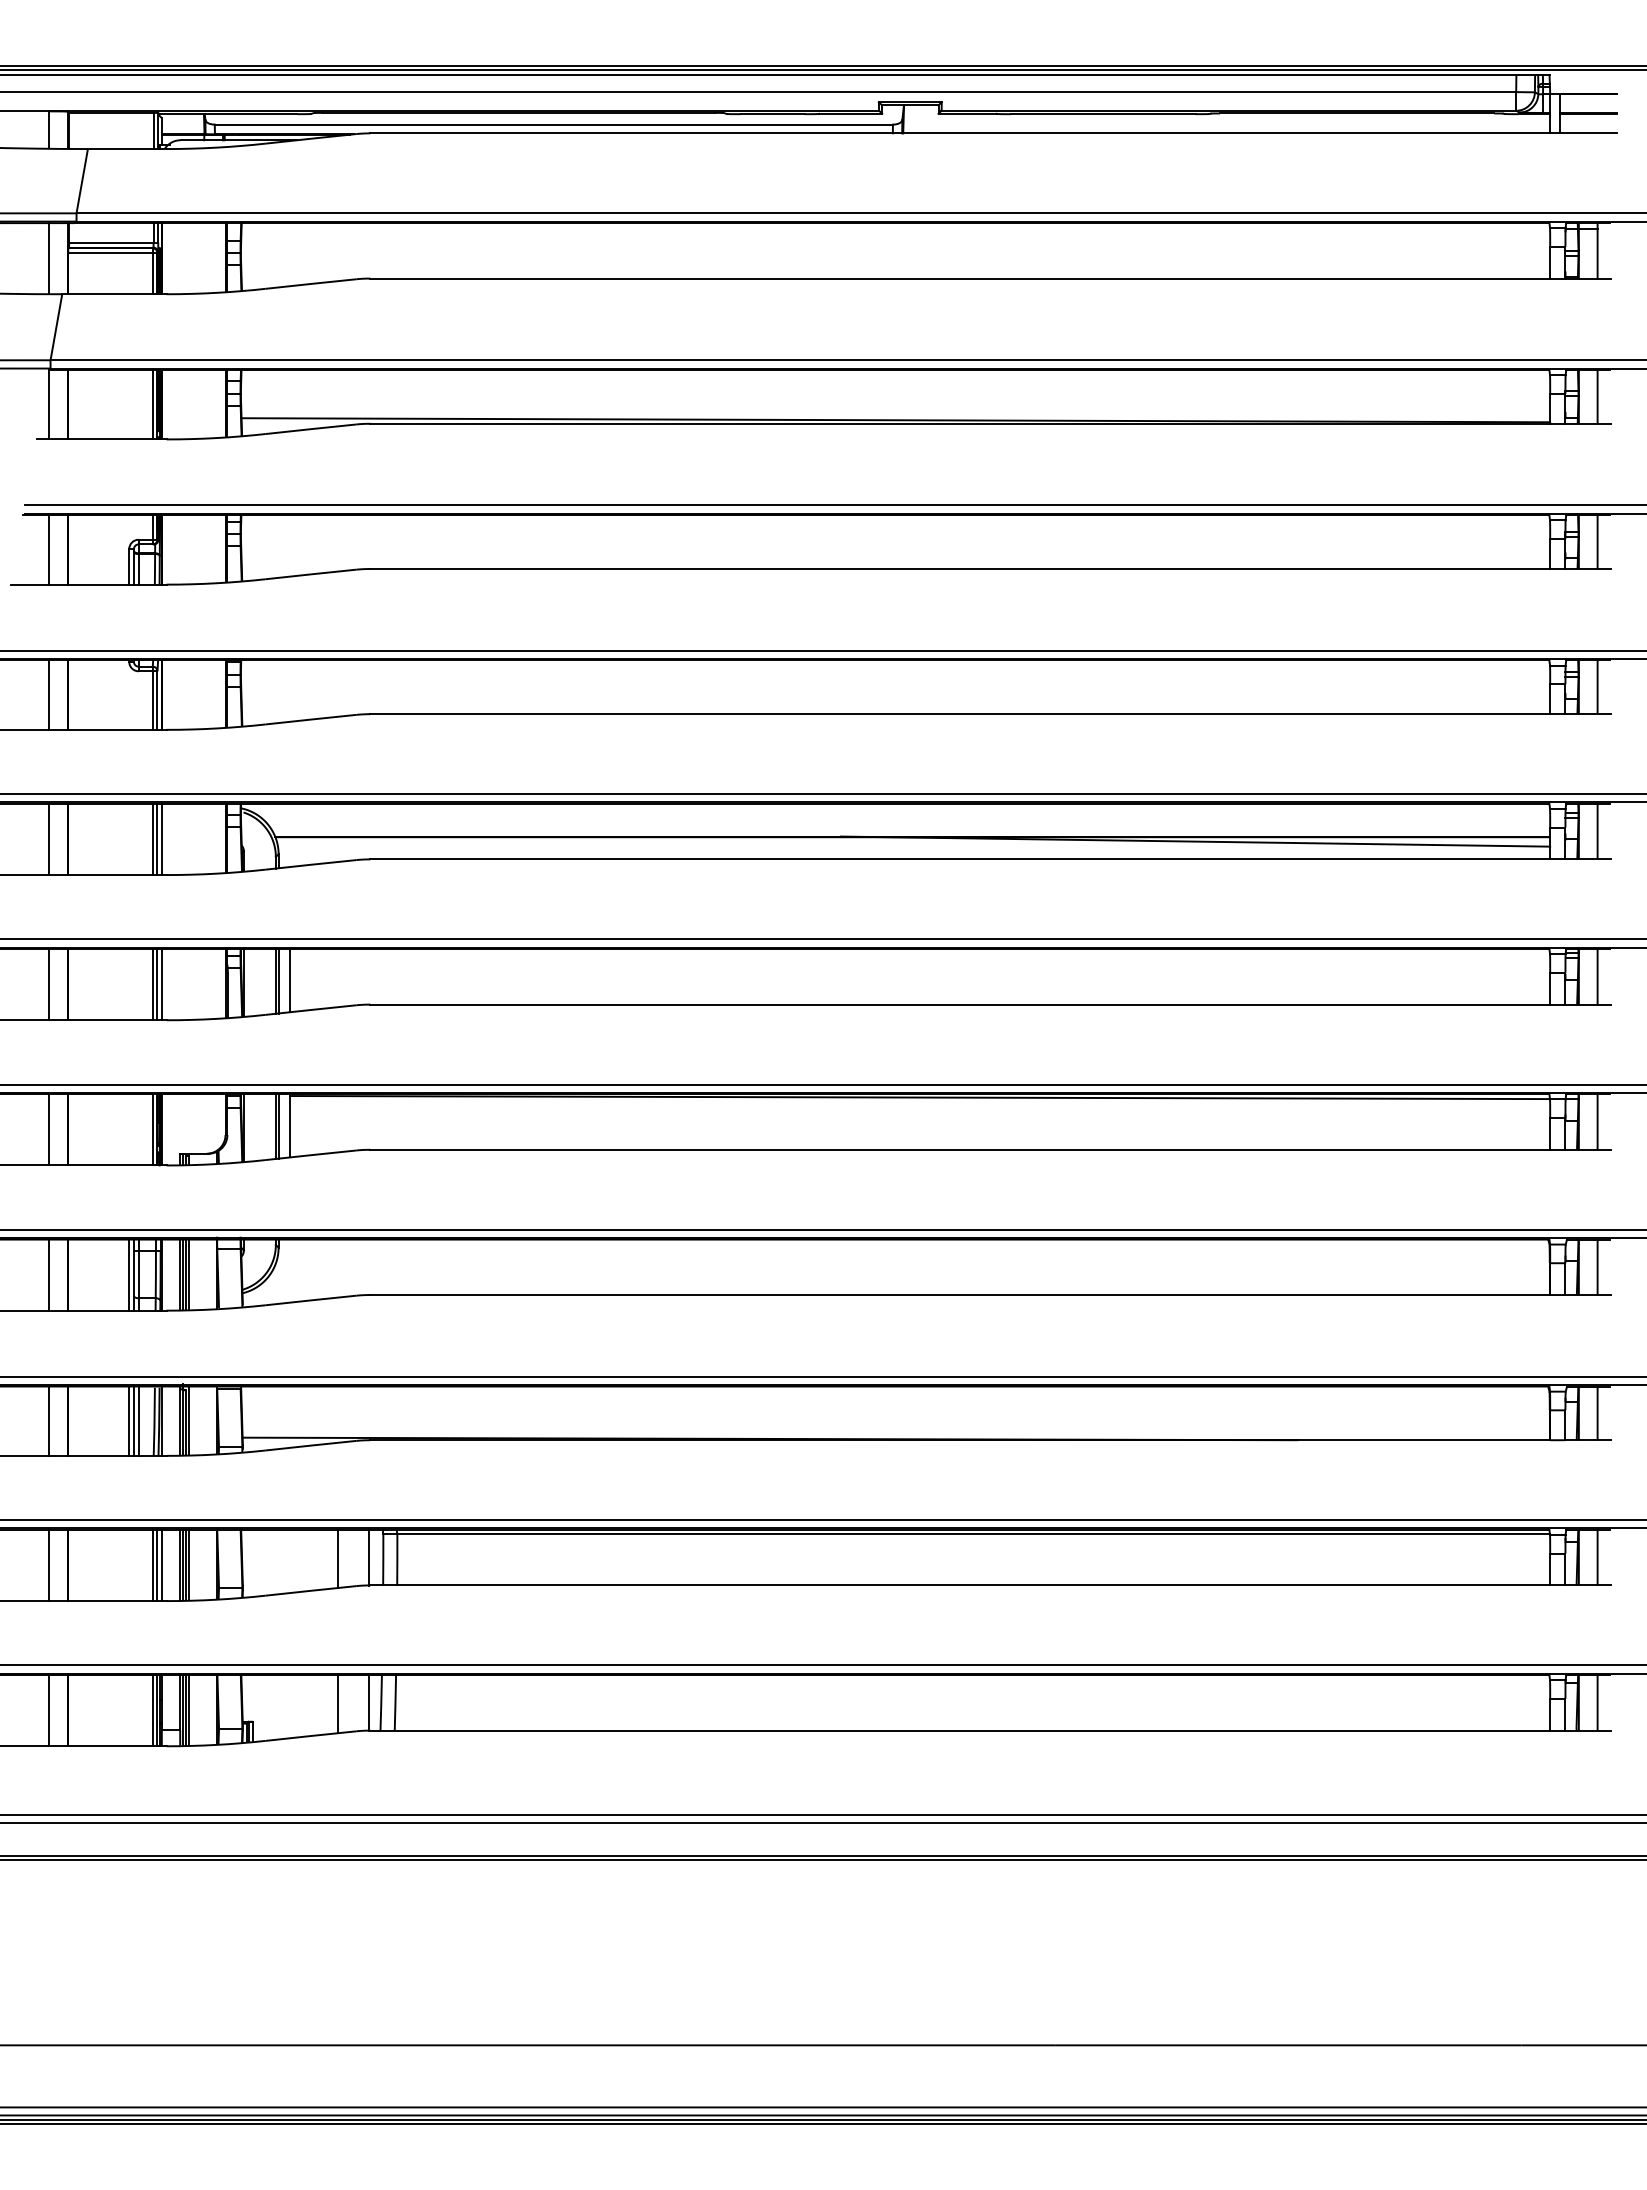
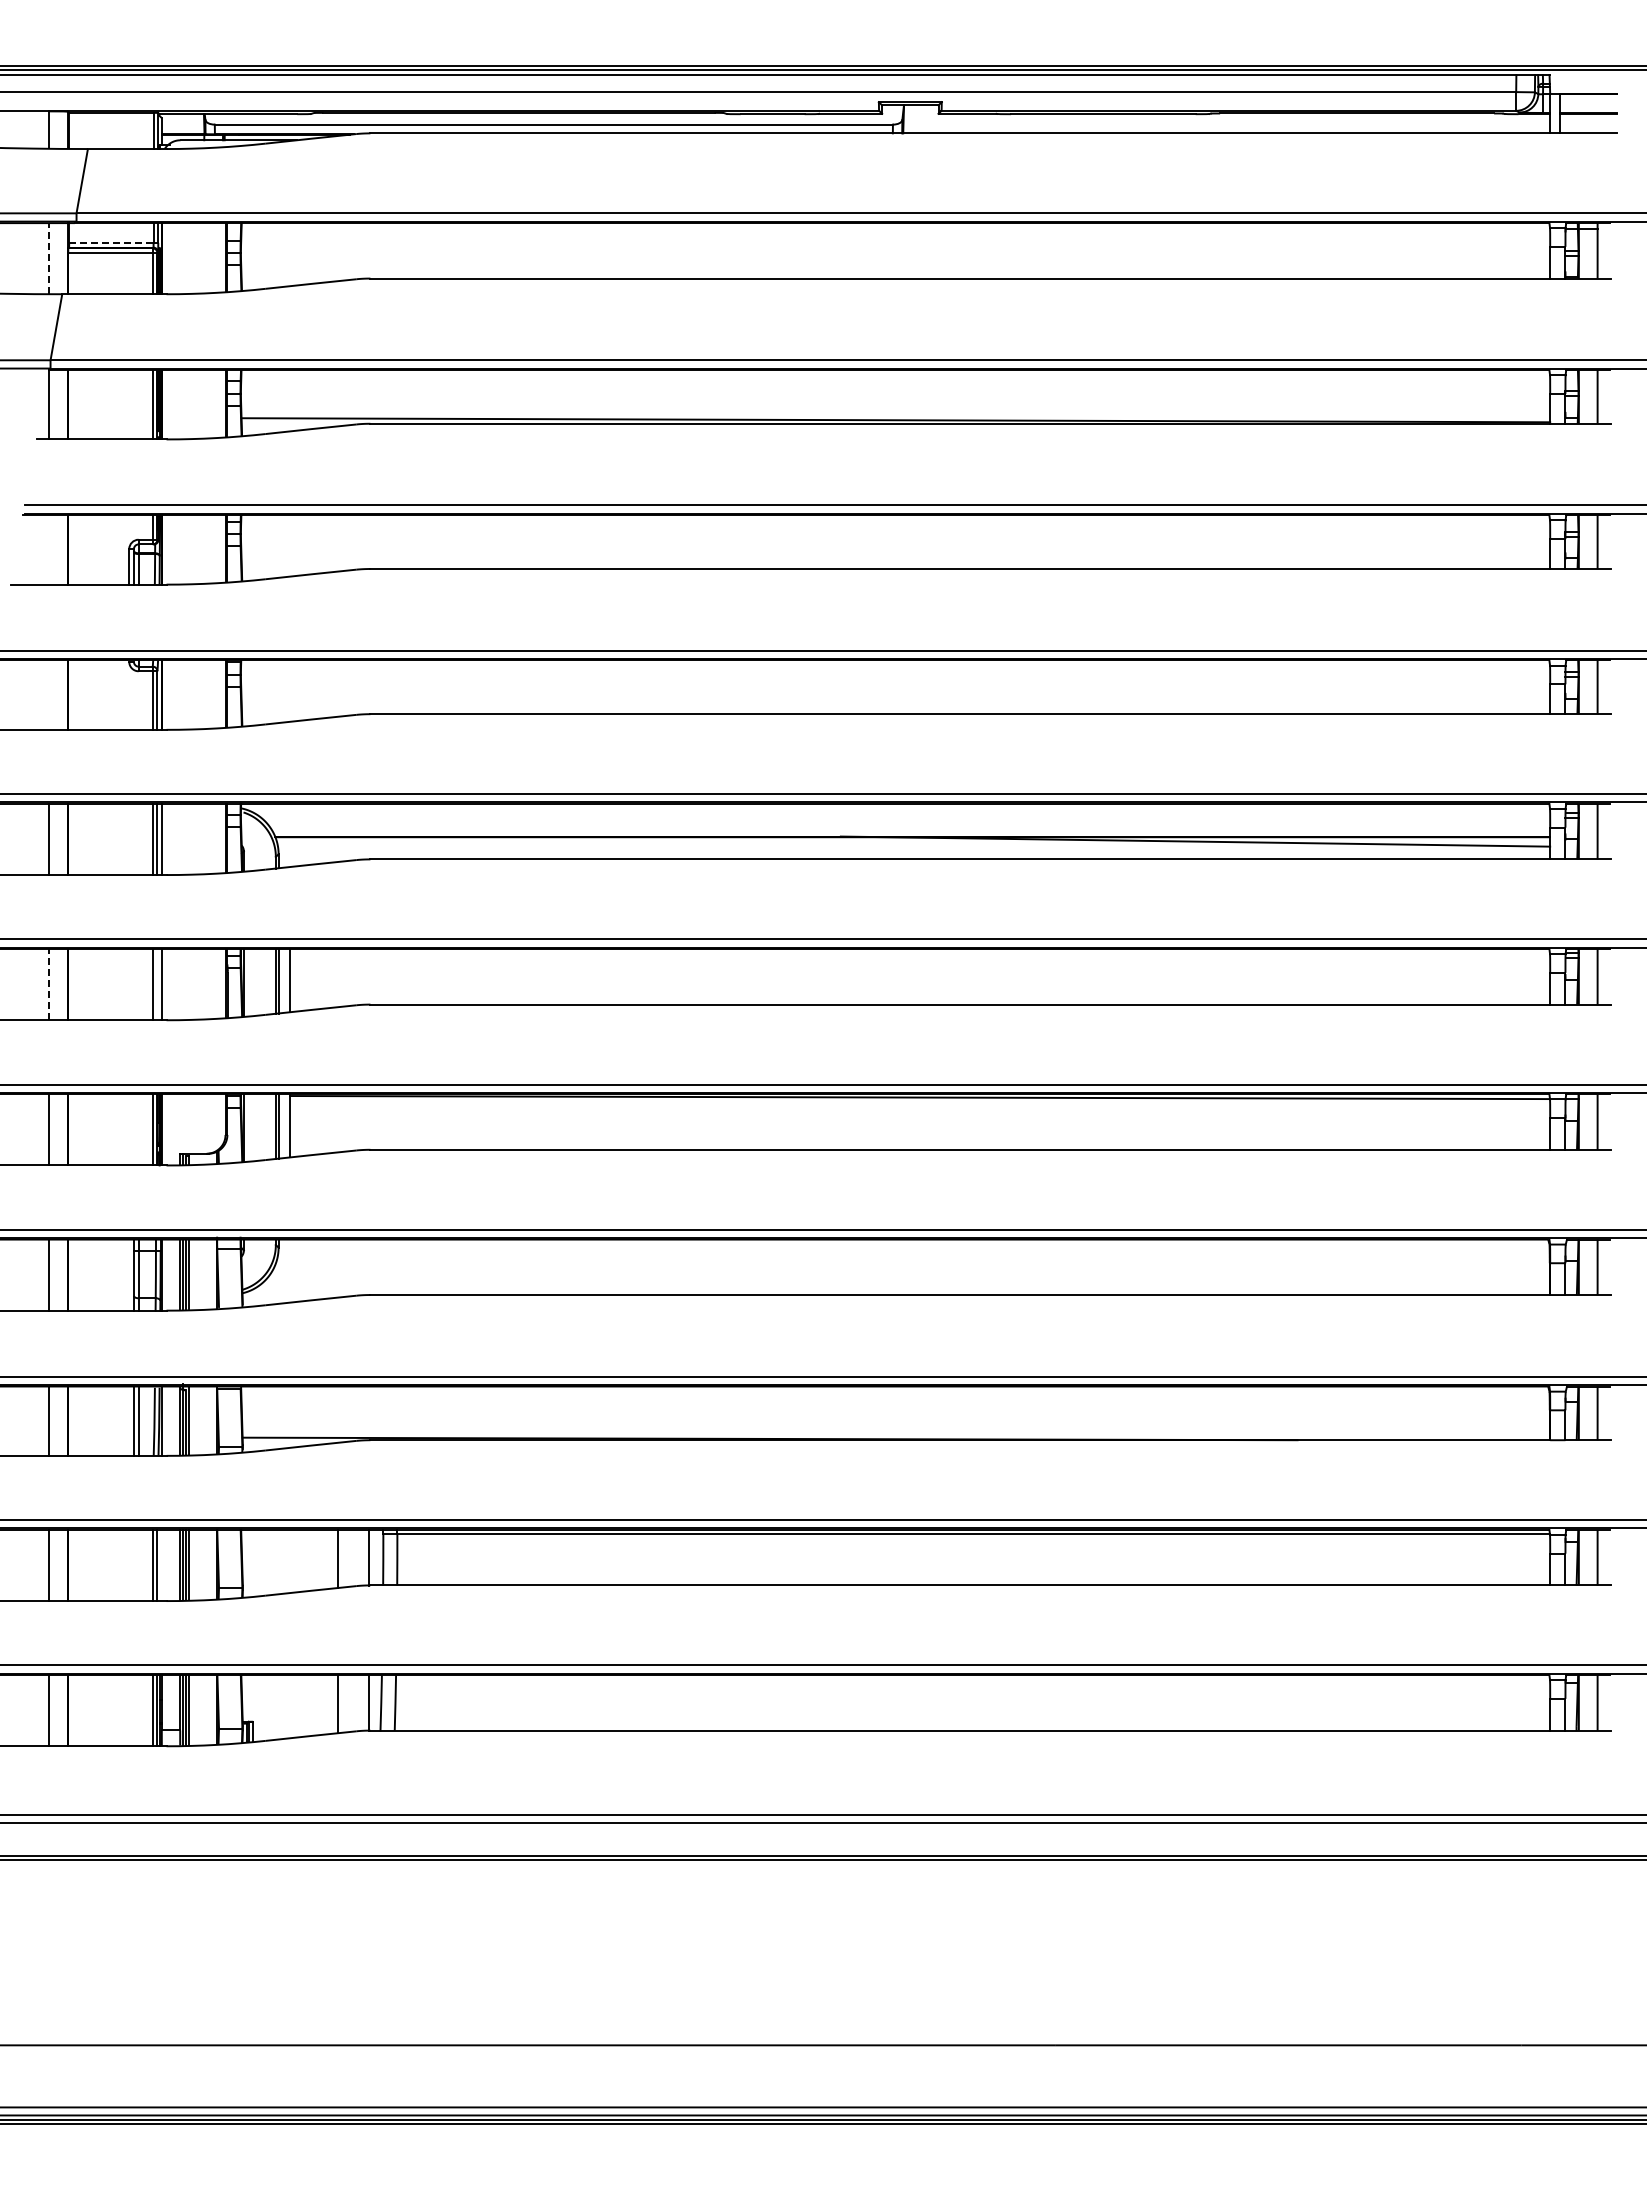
line at (111, 242): solid -> dashed
line at (49, 258): solid -> dashed
line at (49, 549): present -> none
line at (49, 694): present -> none
line at (49, 984): solid -> dashed
line at (157, 984): present -> none
line at (129, 1274): present -> none
line at (129, 1420): present -> none
line at (161, 1565): present -> none
